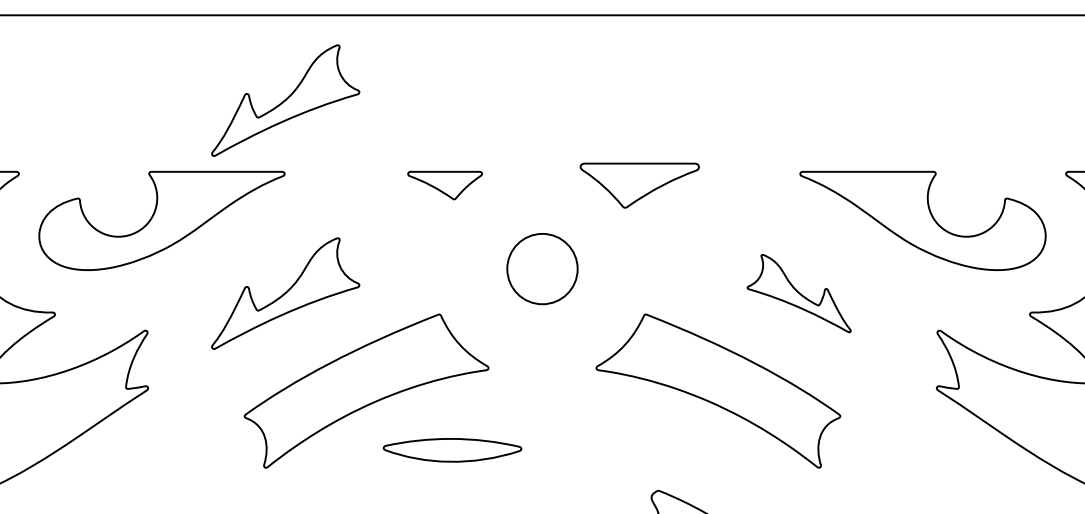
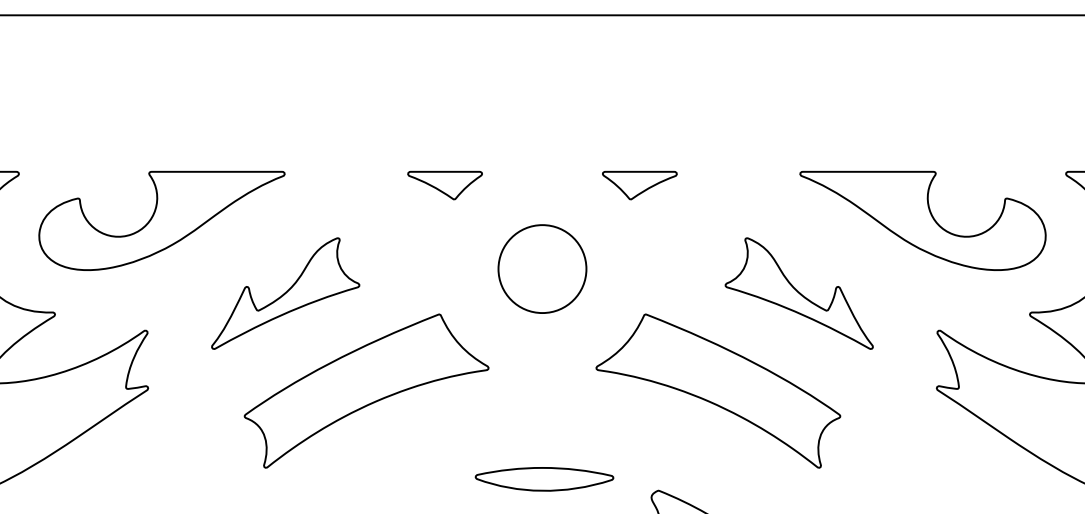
part at (285, 100): present -> none
part at (639, 185) size: 121x47 px -> 76x31 px
part at (542, 269) size: 73x73 px -> 91x90 px
part at (798, 293) size: 106x80 px -> 150x113 px
part at (452, 450) position: (452, 450) -> (544, 479)
